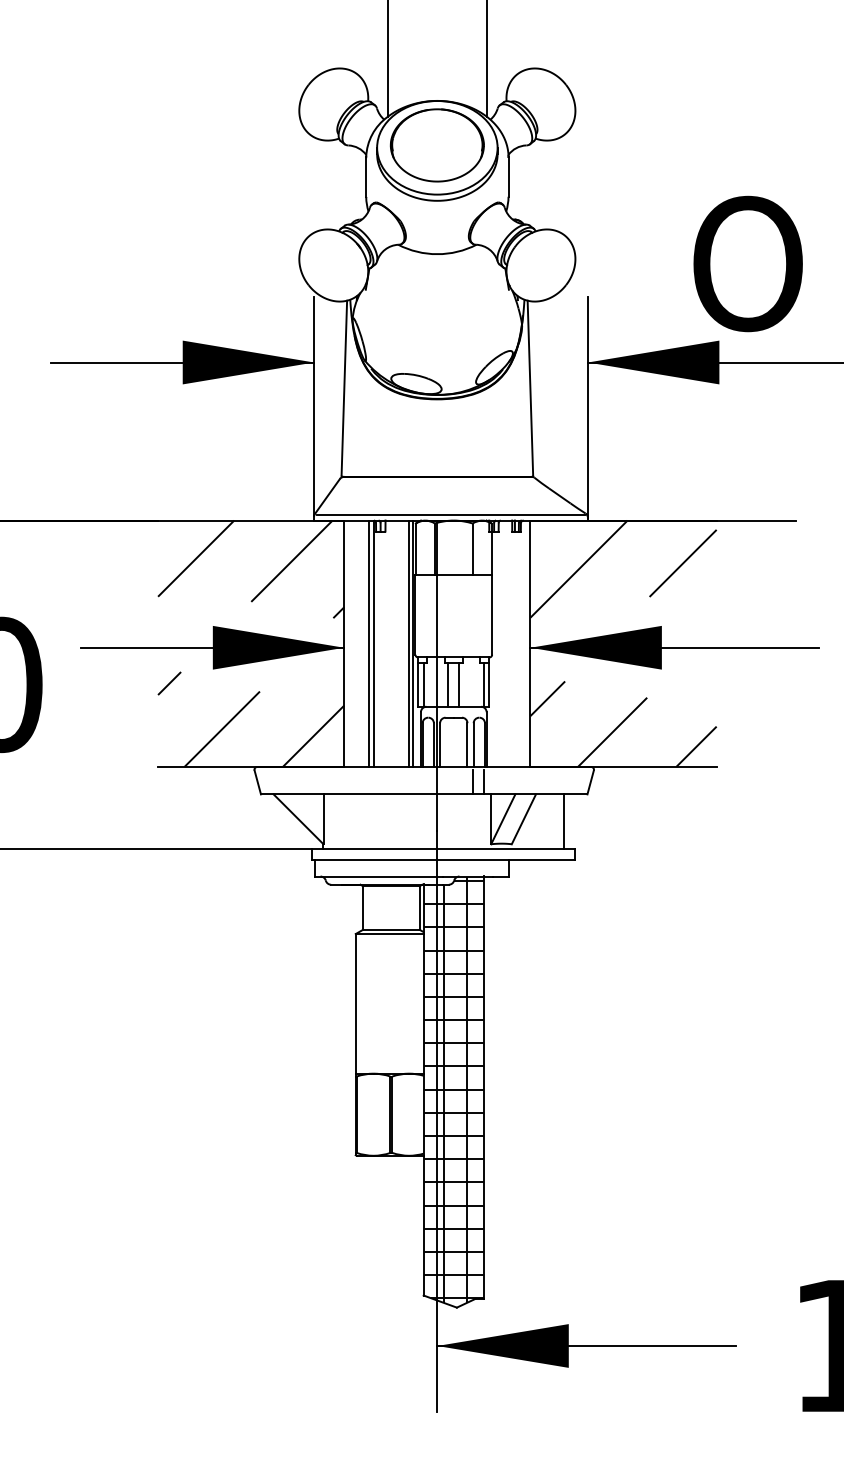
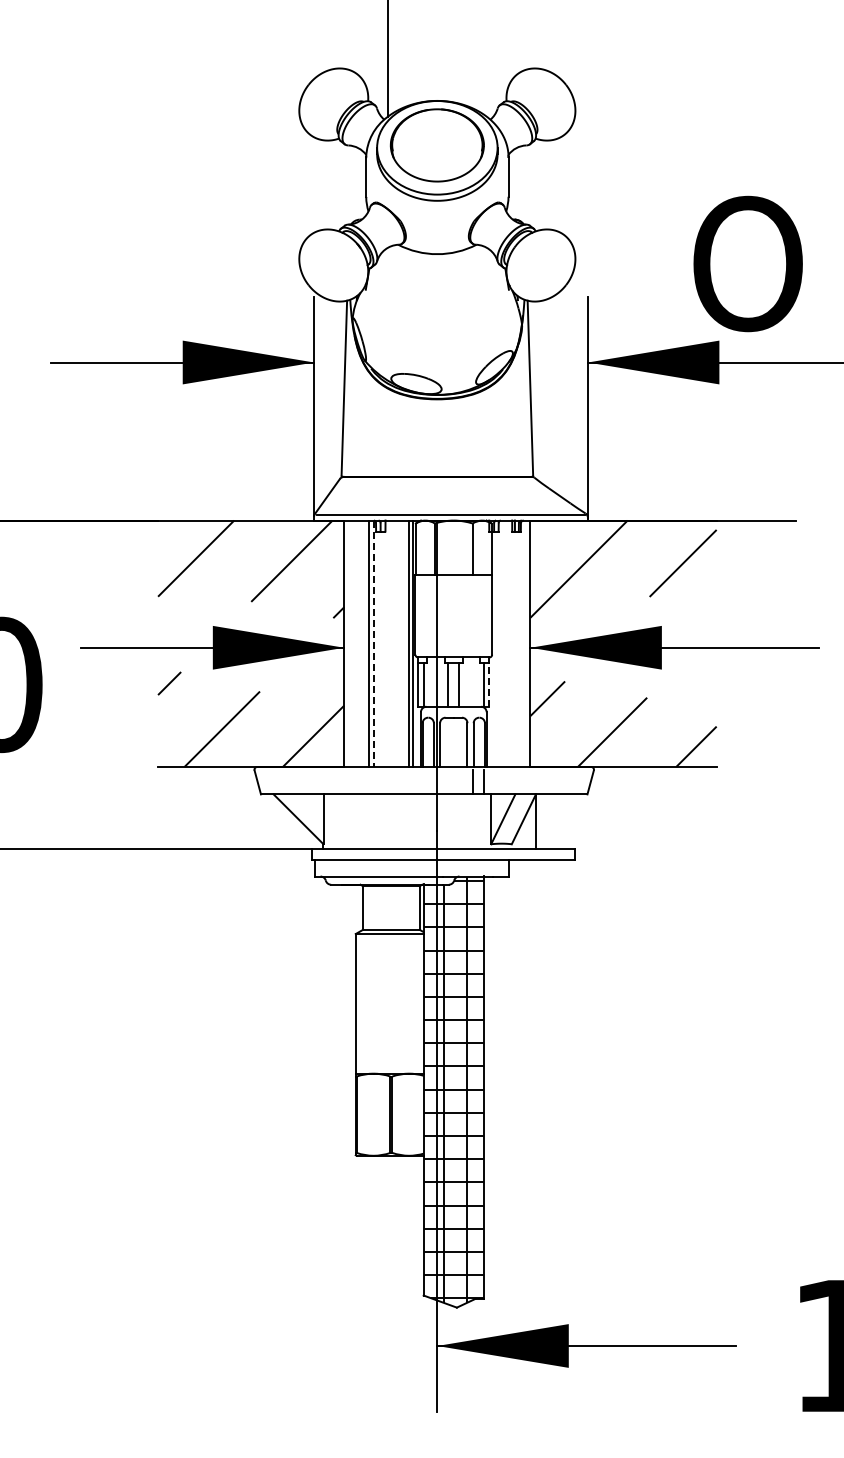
line at (486, 59): present -> none
line at (373, 644): solid -> dashed
line at (489, 684): solid -> dashed
line at (563, 821) position: (563, 821) -> (535, 821)
